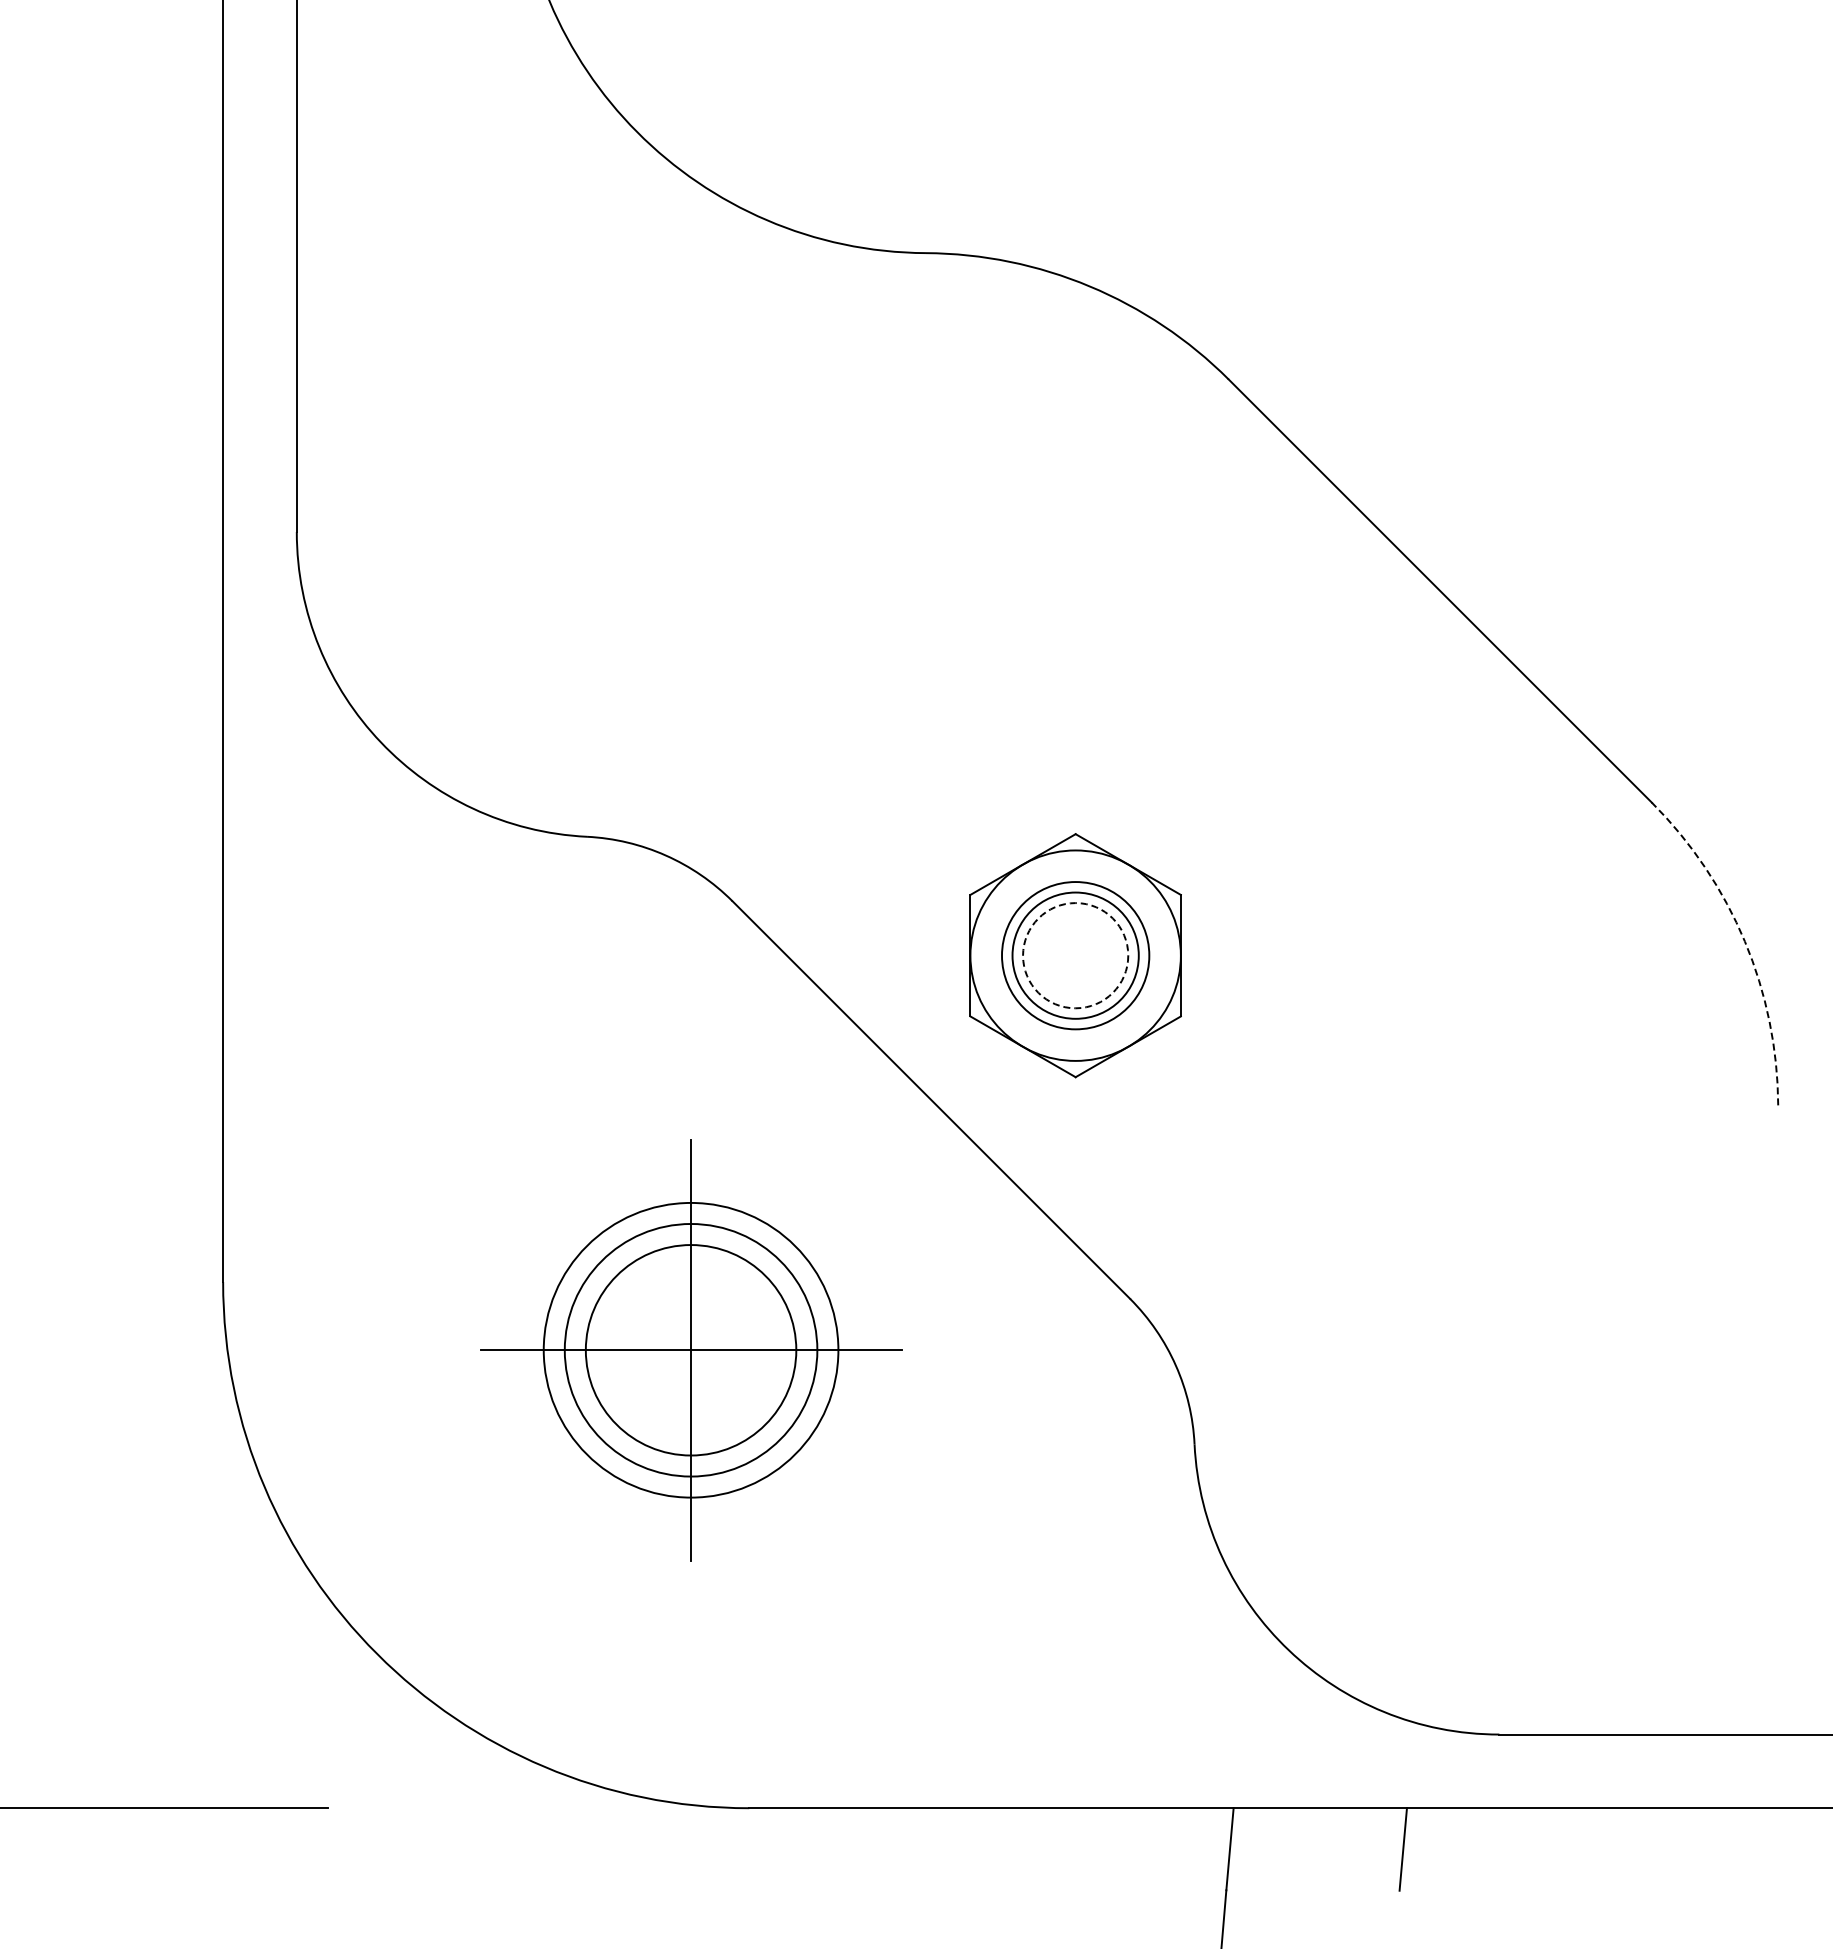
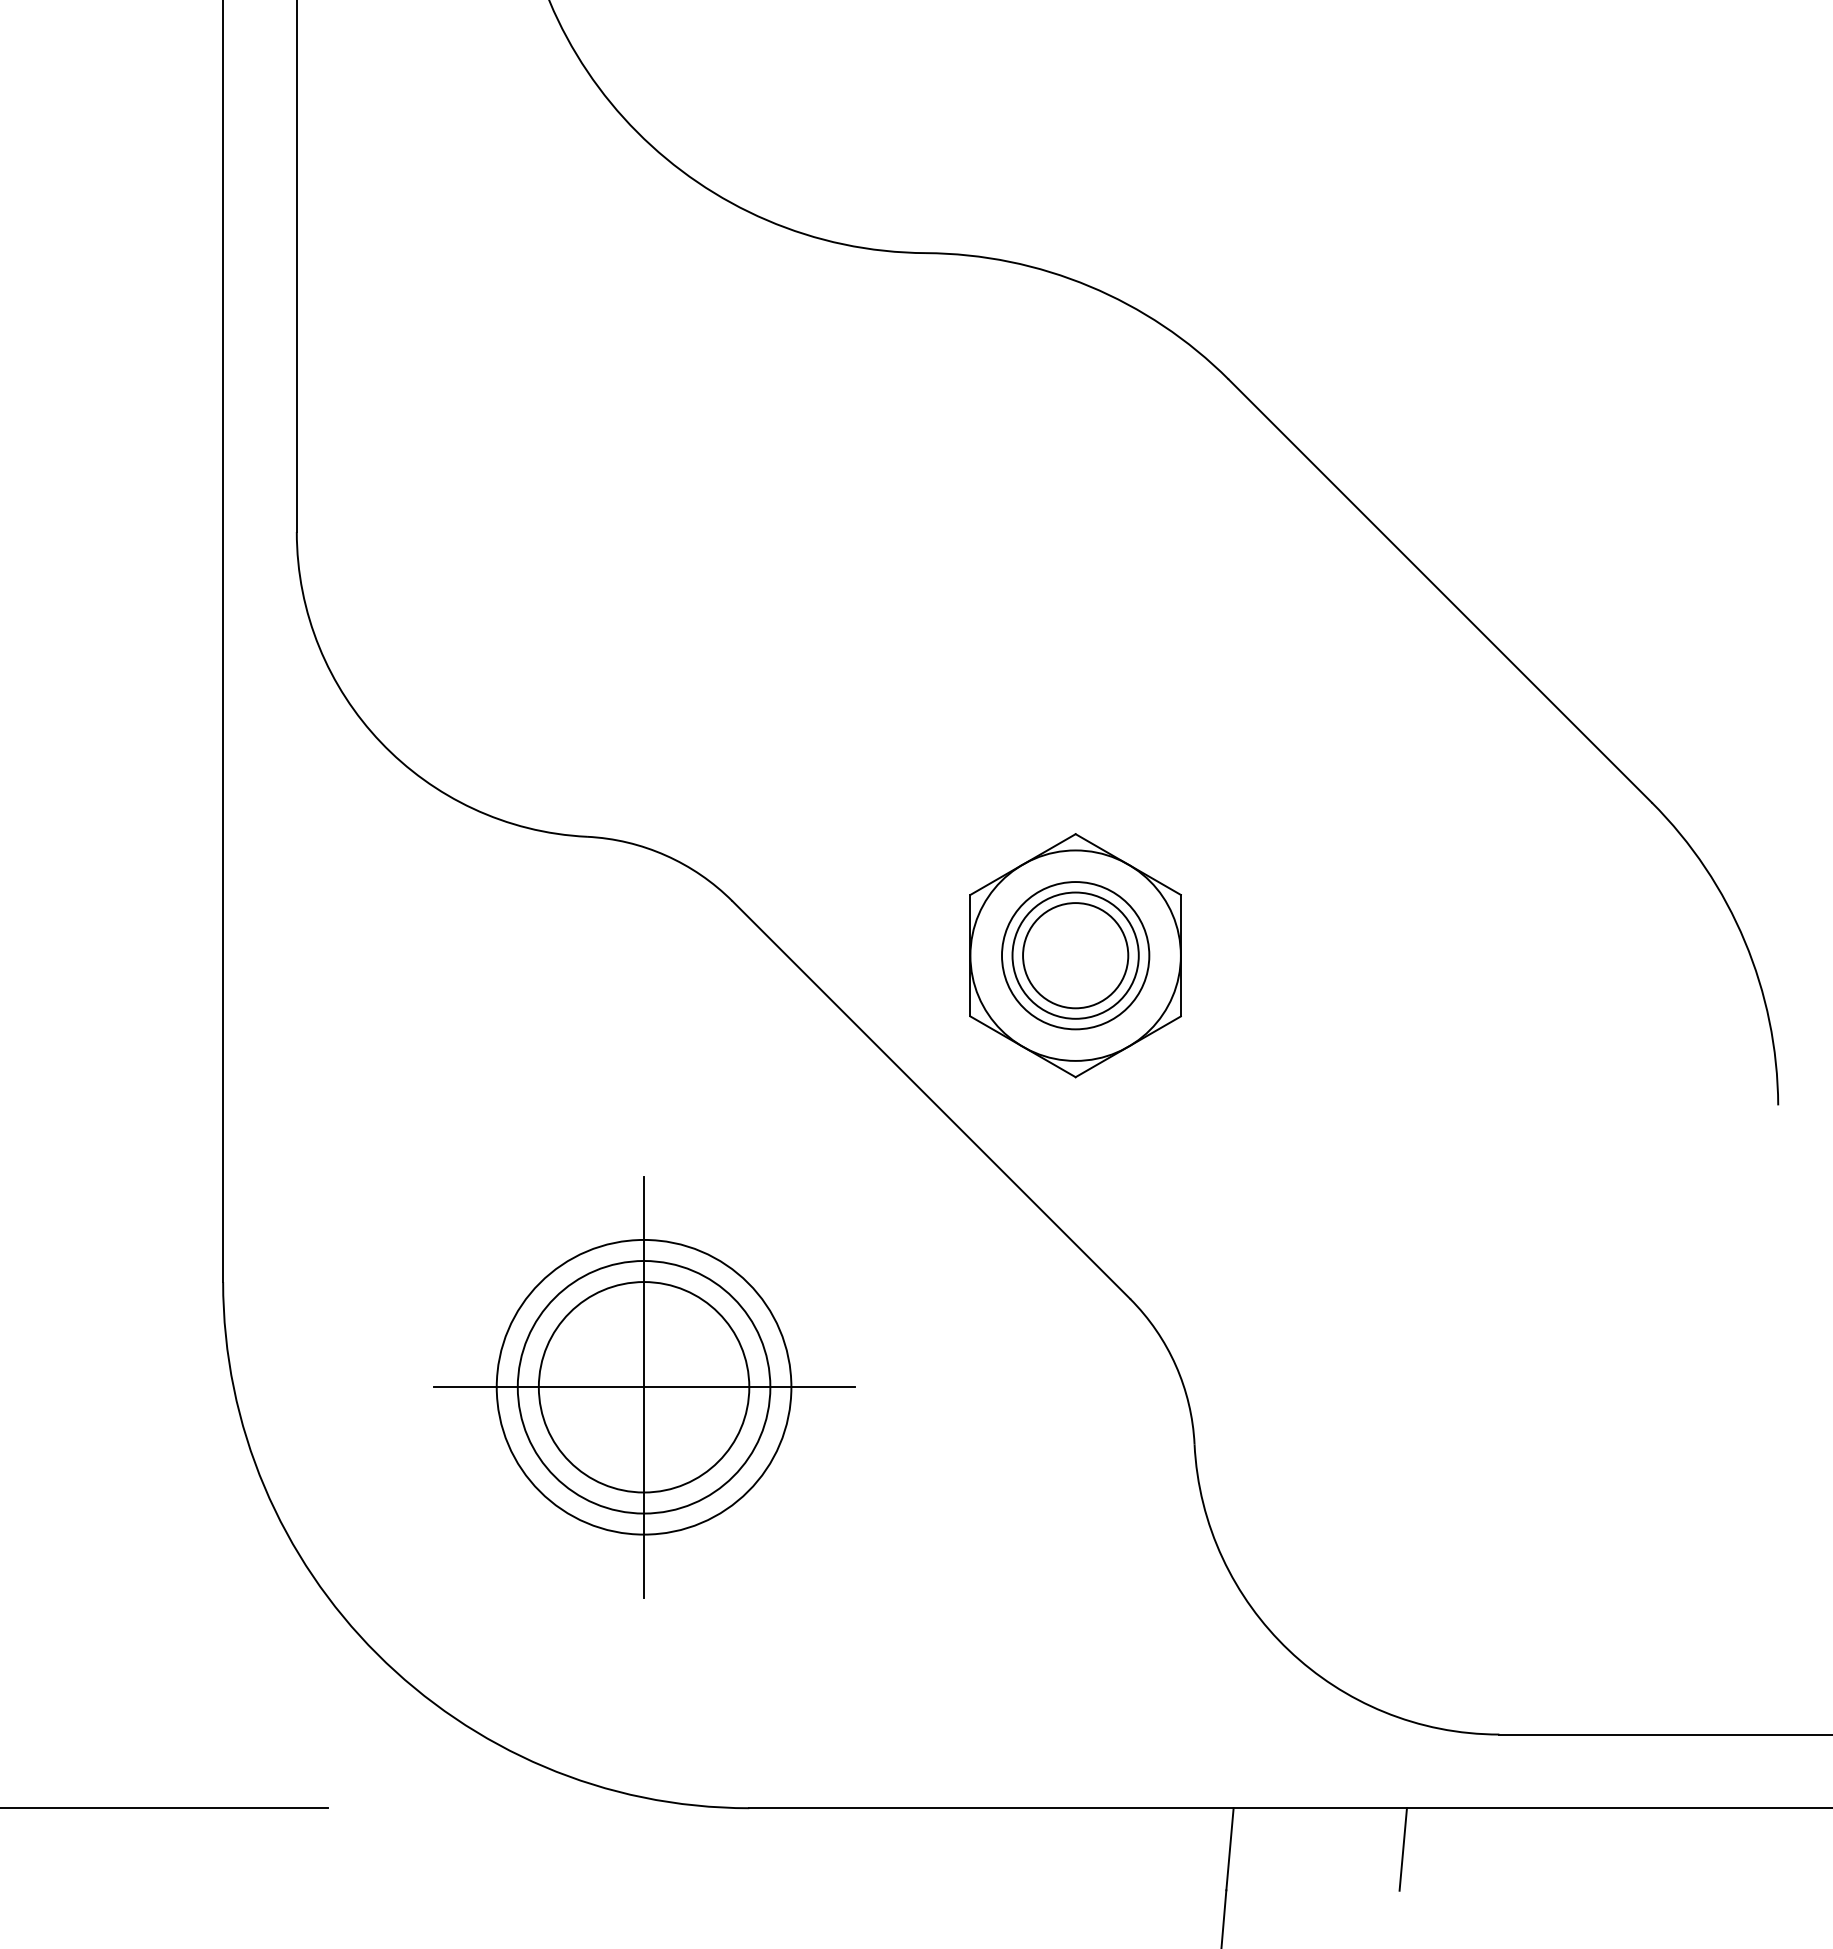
arc at (1744, 941): dashed -> solid
circle at (1075, 955): dashed -> solid
part at (691, 1350) position: (691, 1350) -> (644, 1387)
